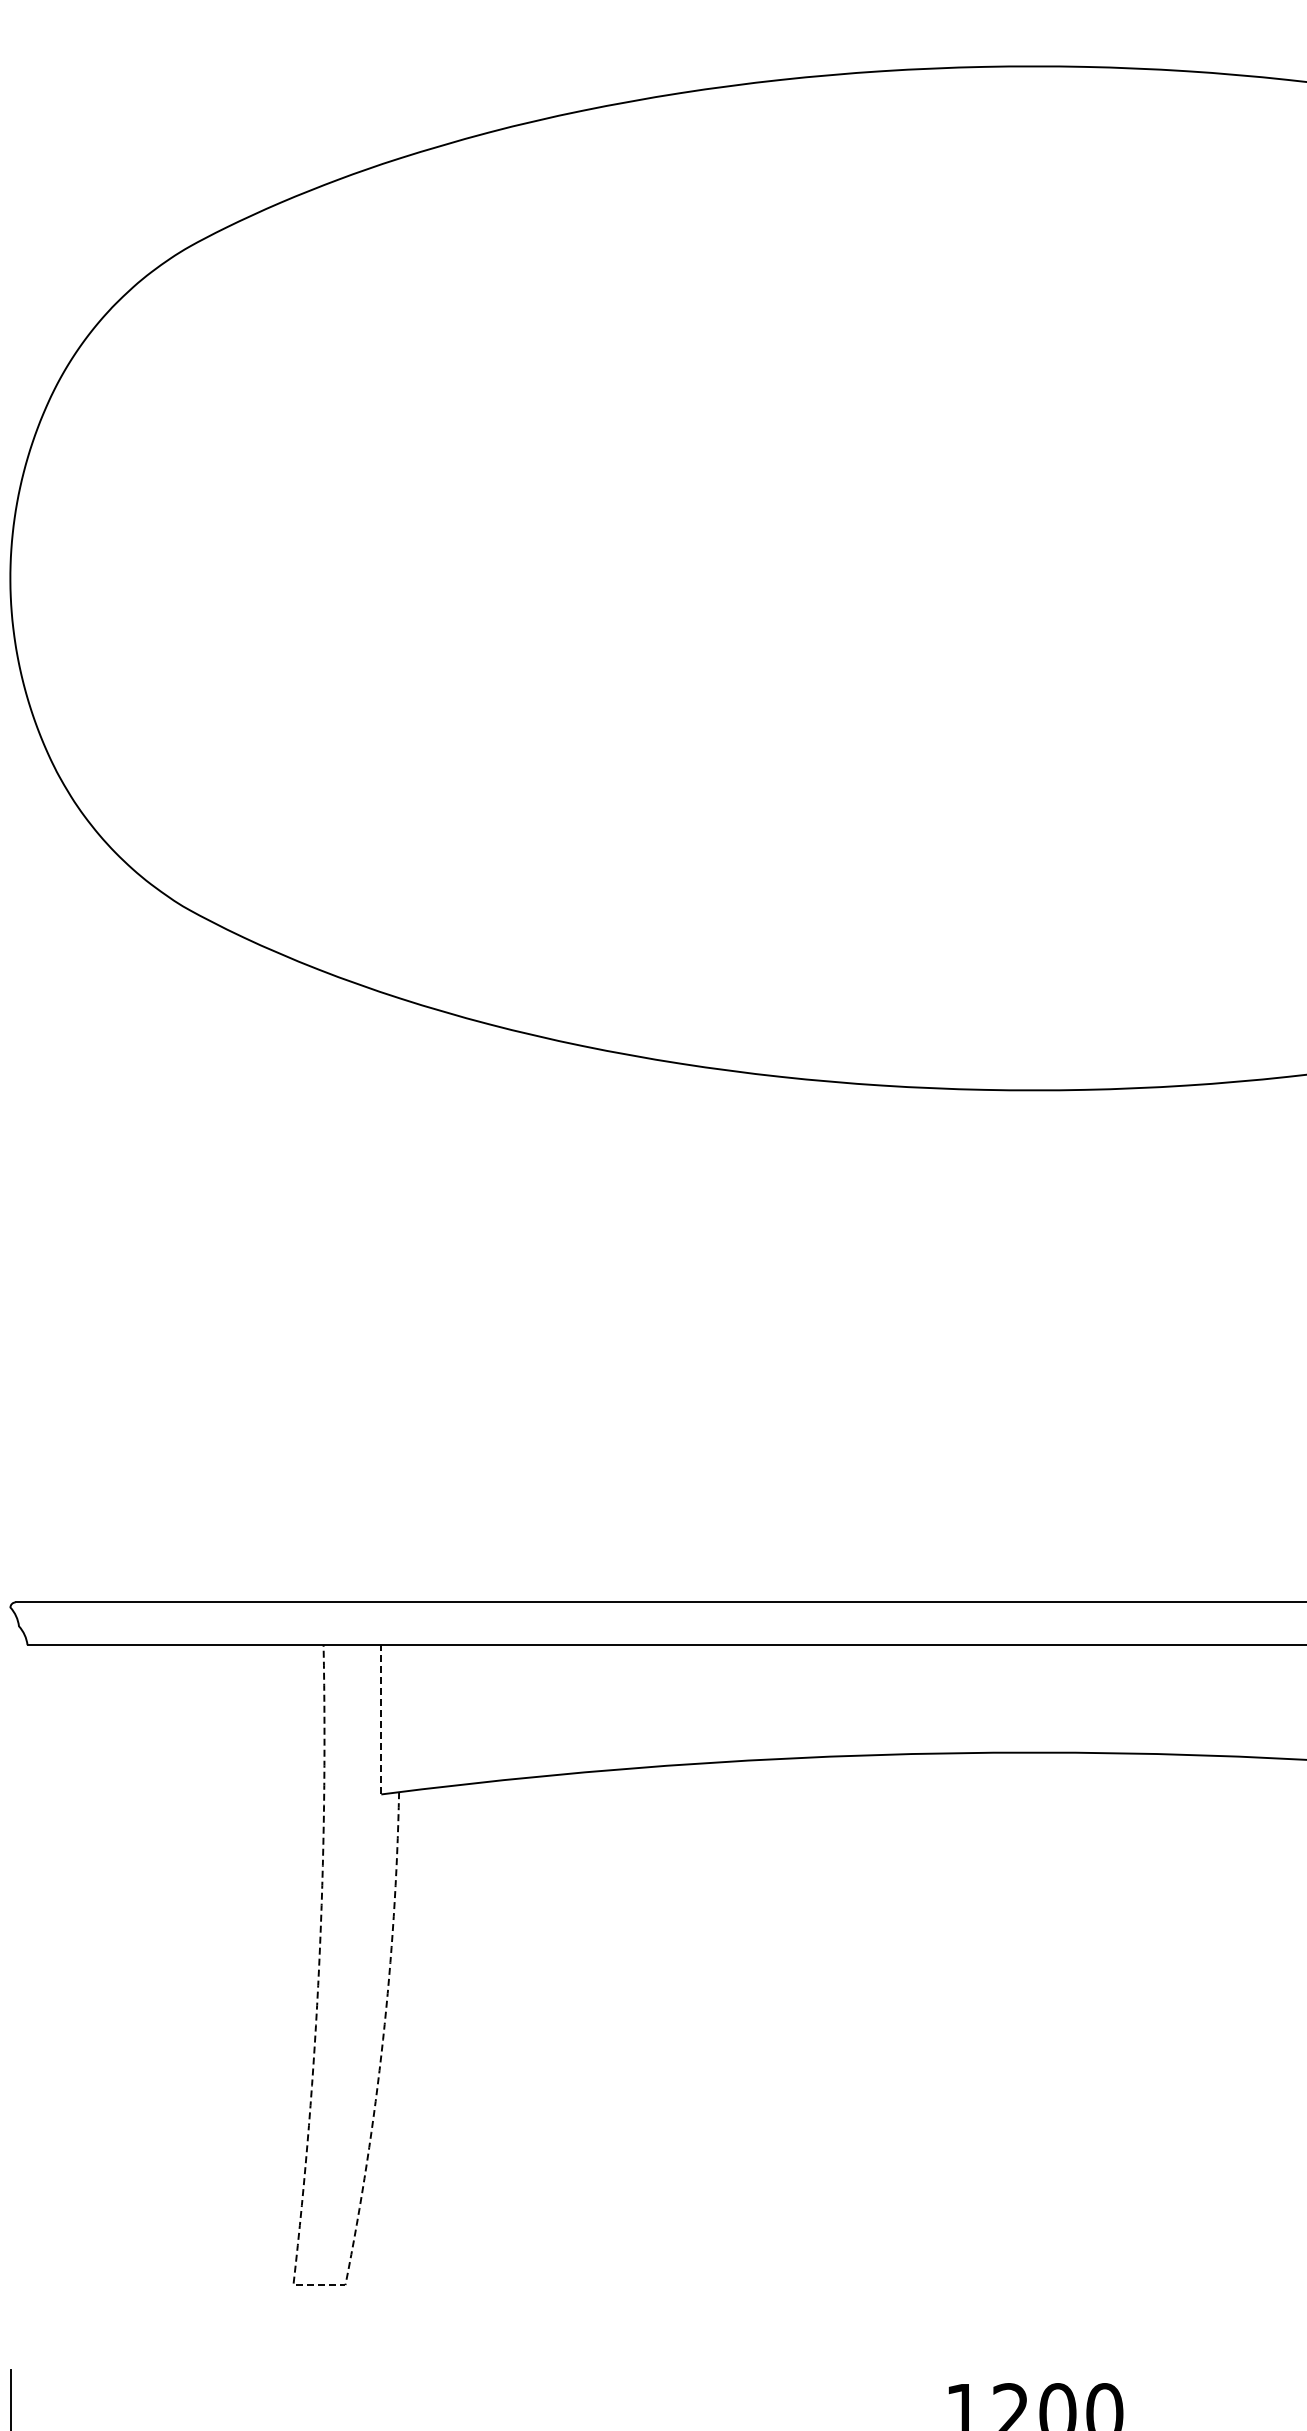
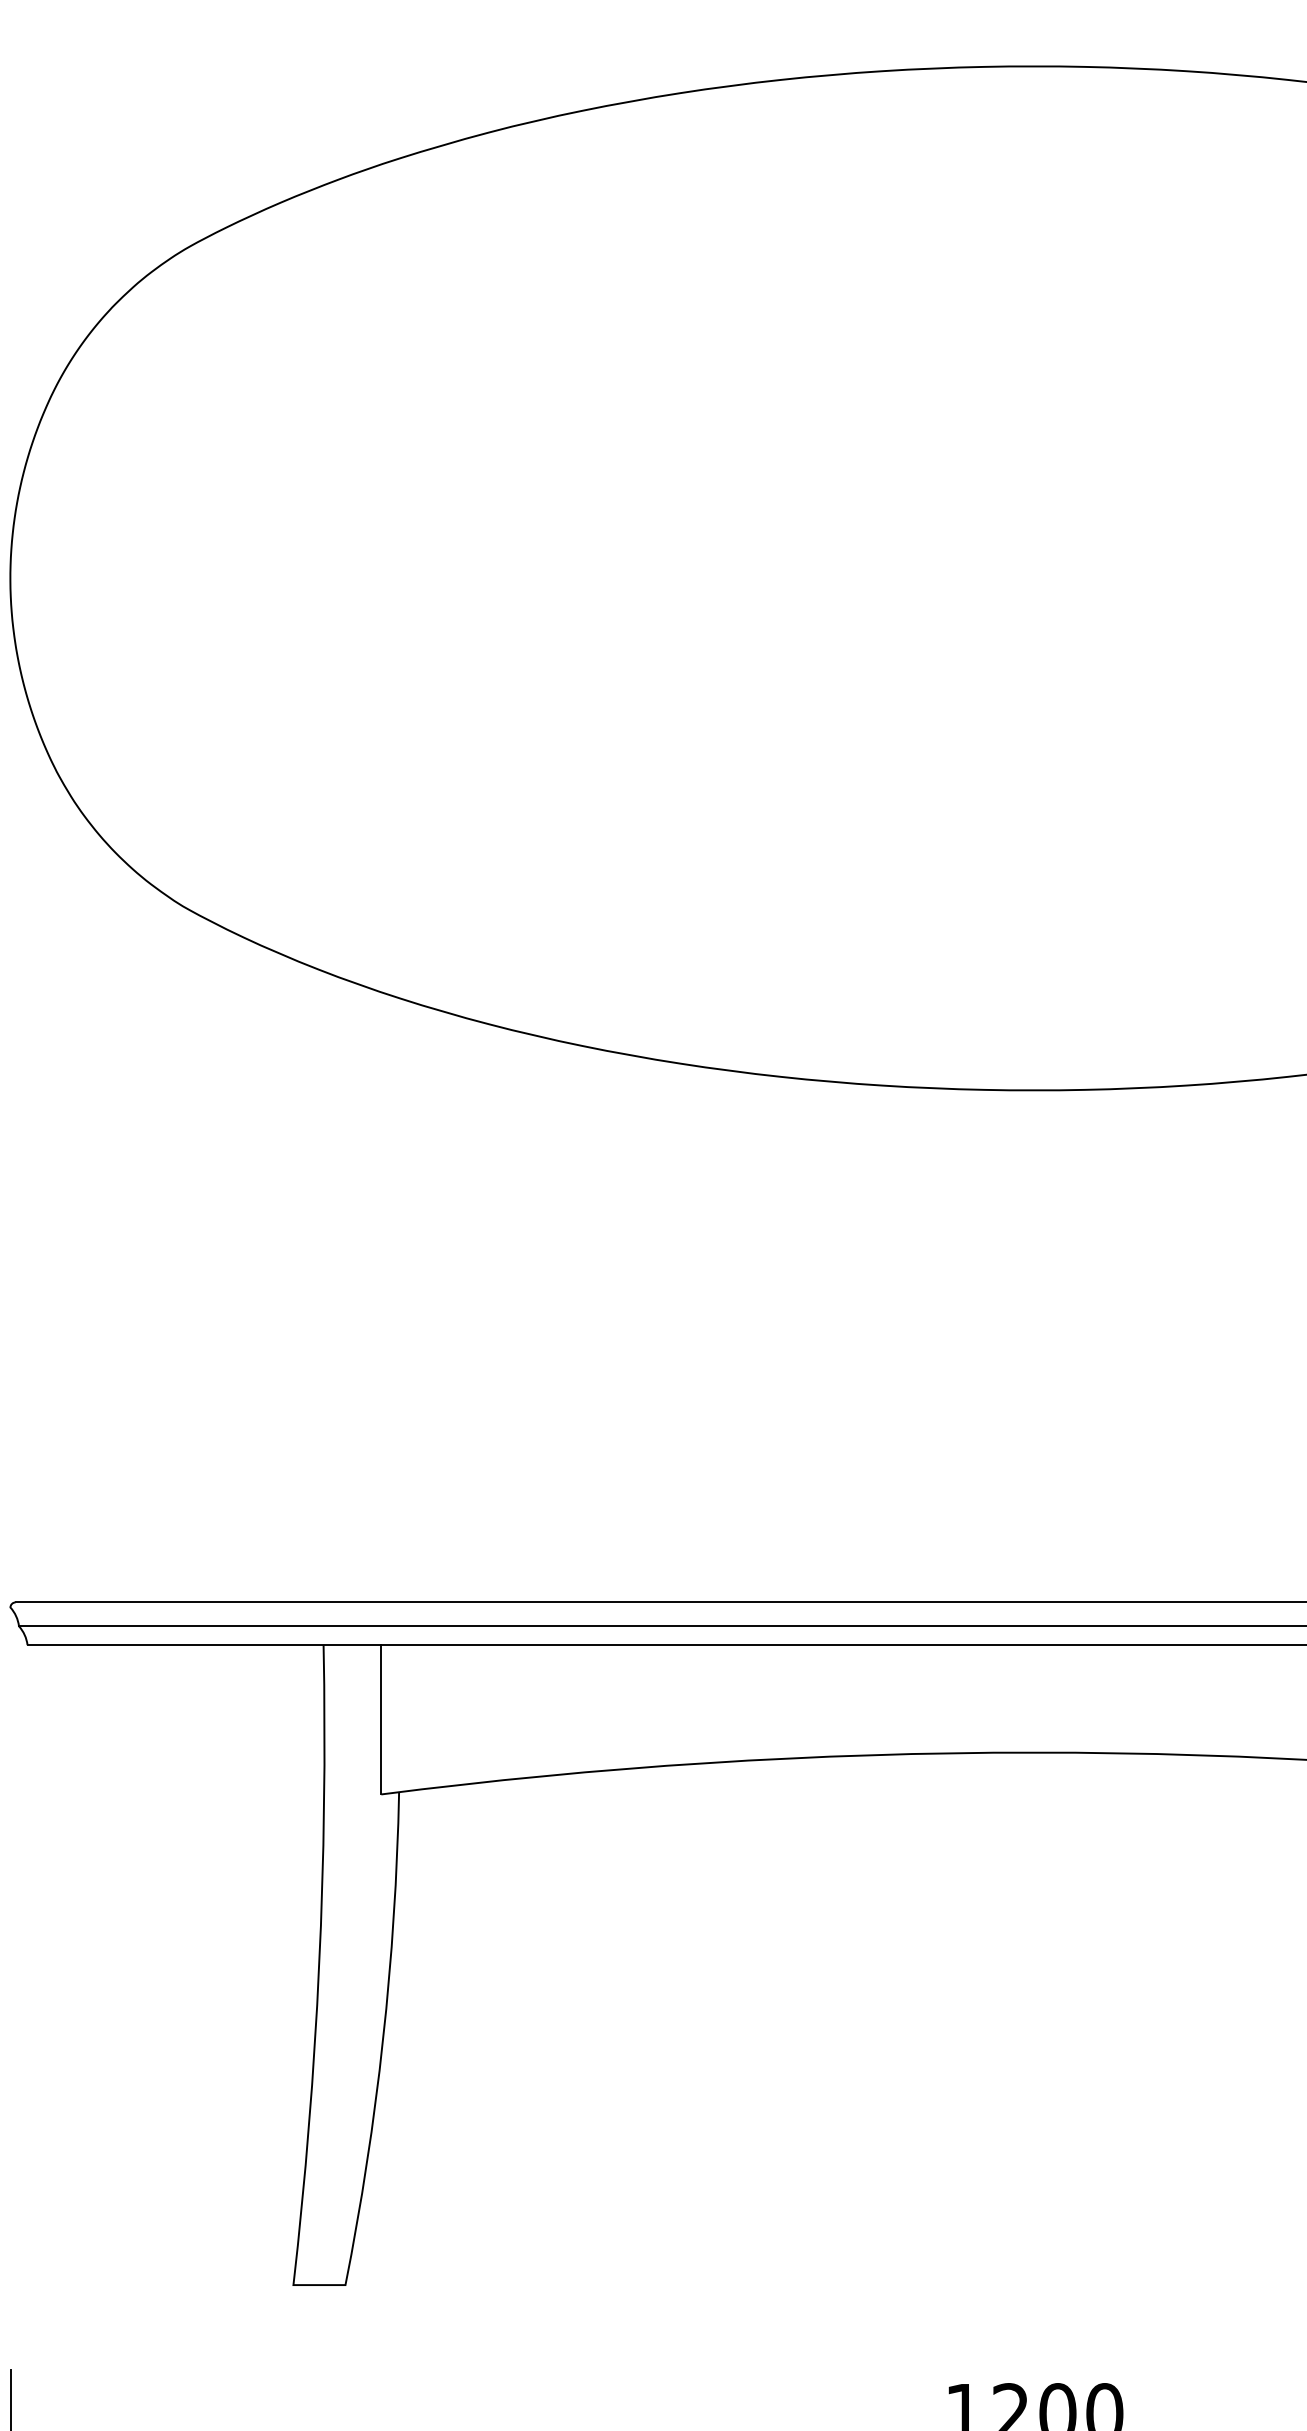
line at (661, 1626): none -> present
line at (381, 1719): dashed -> solid
line at (298, 2240): dashed -> solid
